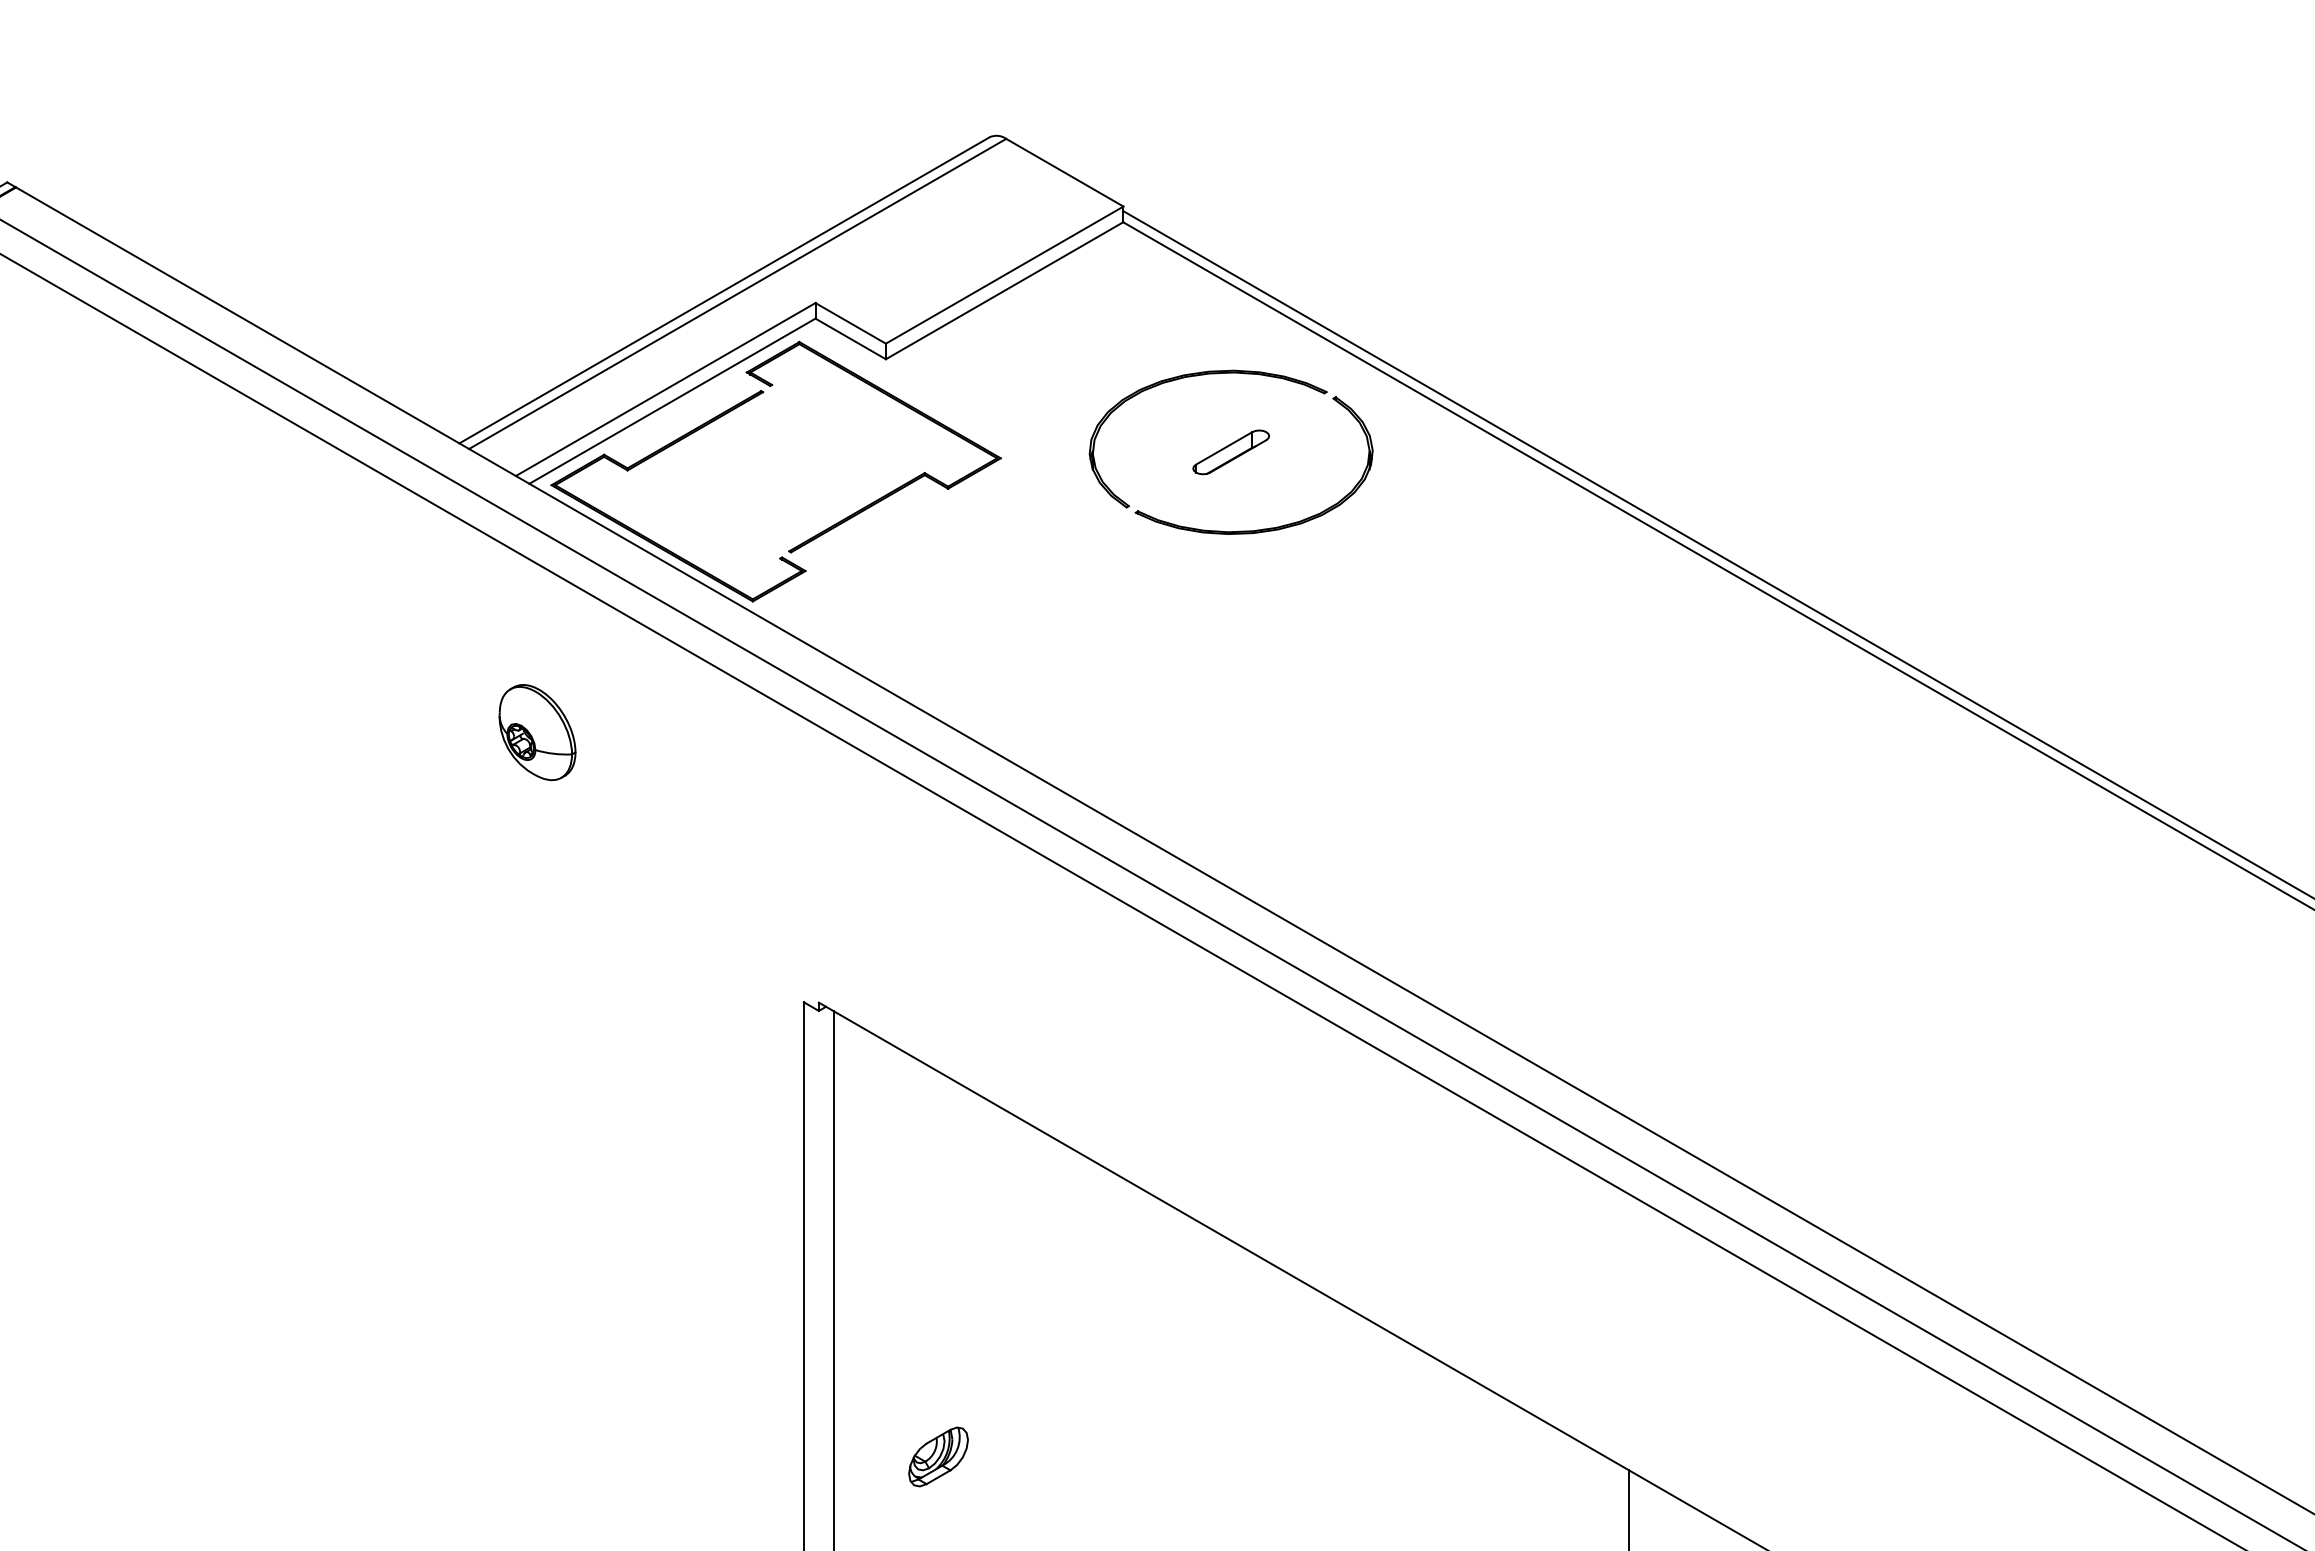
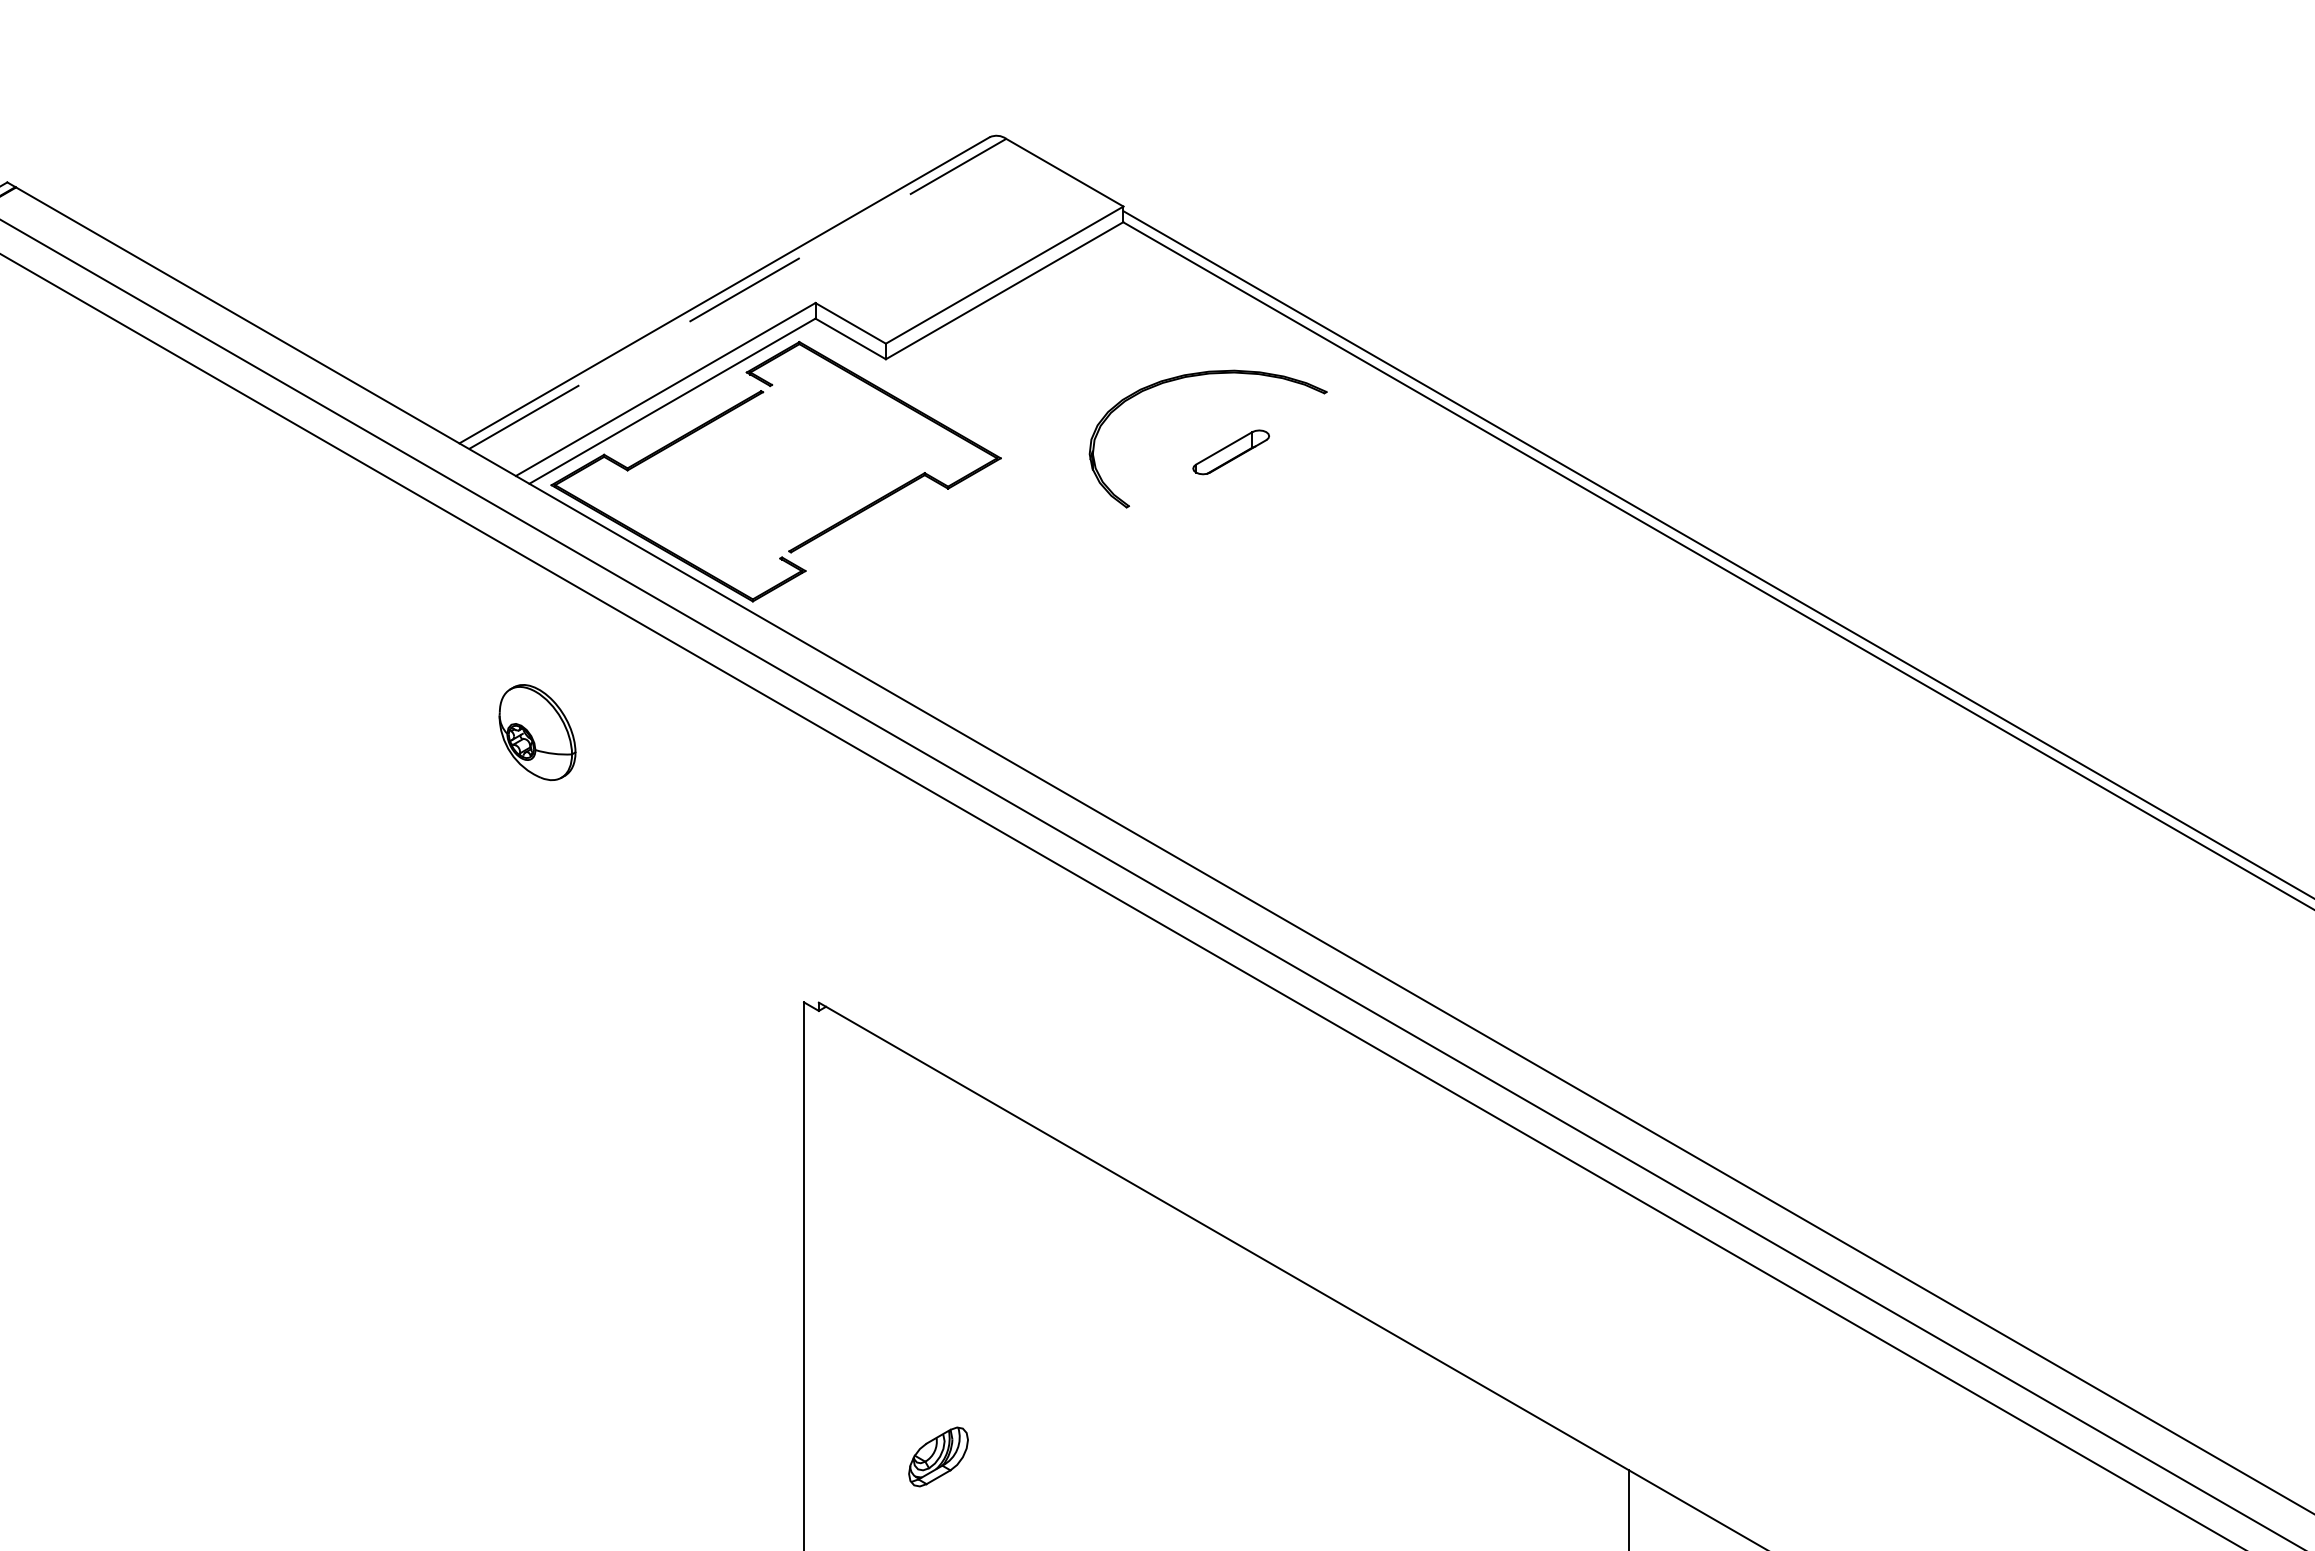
line at (738, 293): solid -> dashed
part at (1263, 528): present -> none
line at (833, 1279): present -> none
